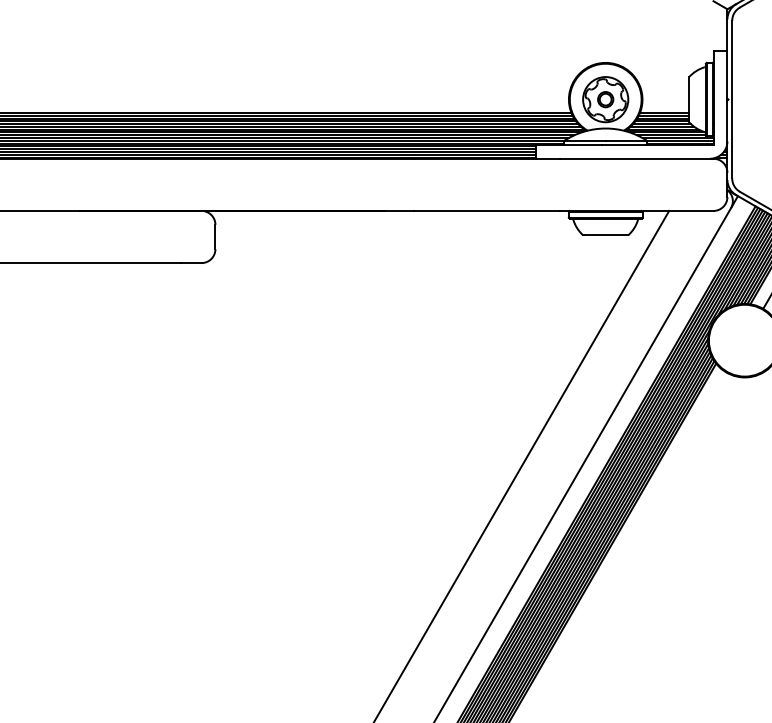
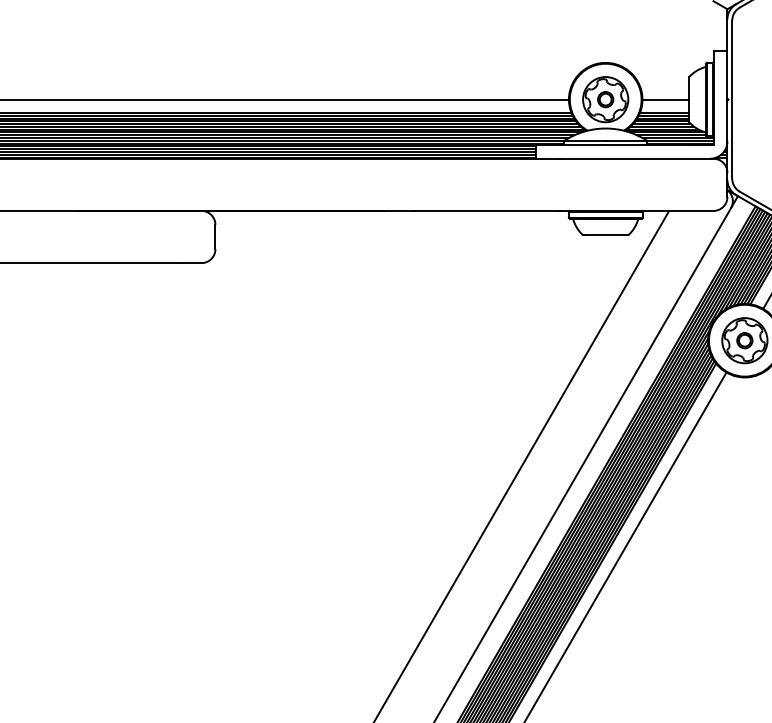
line at (285, 99): none -> present
line at (665, 99): none -> present
part at (744, 340): none -> present
line at (625, 545): none -> present
